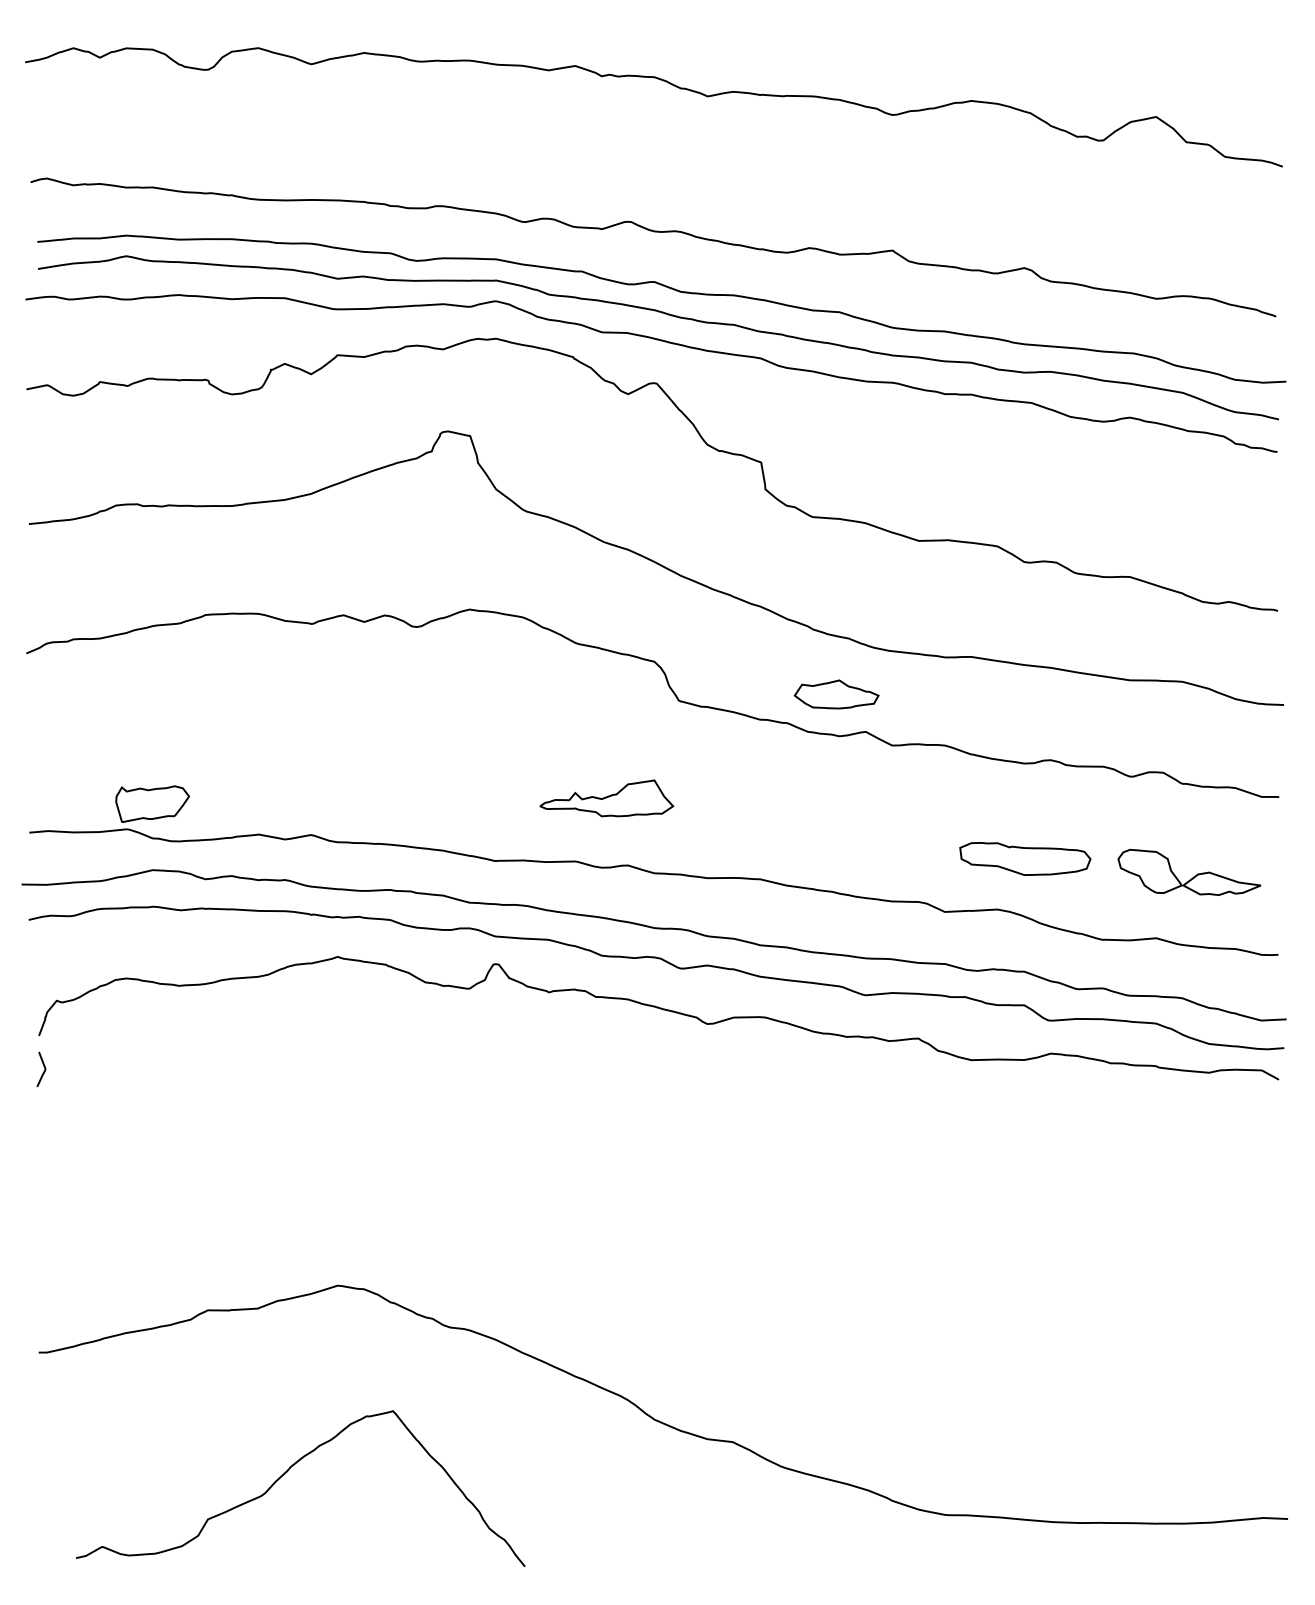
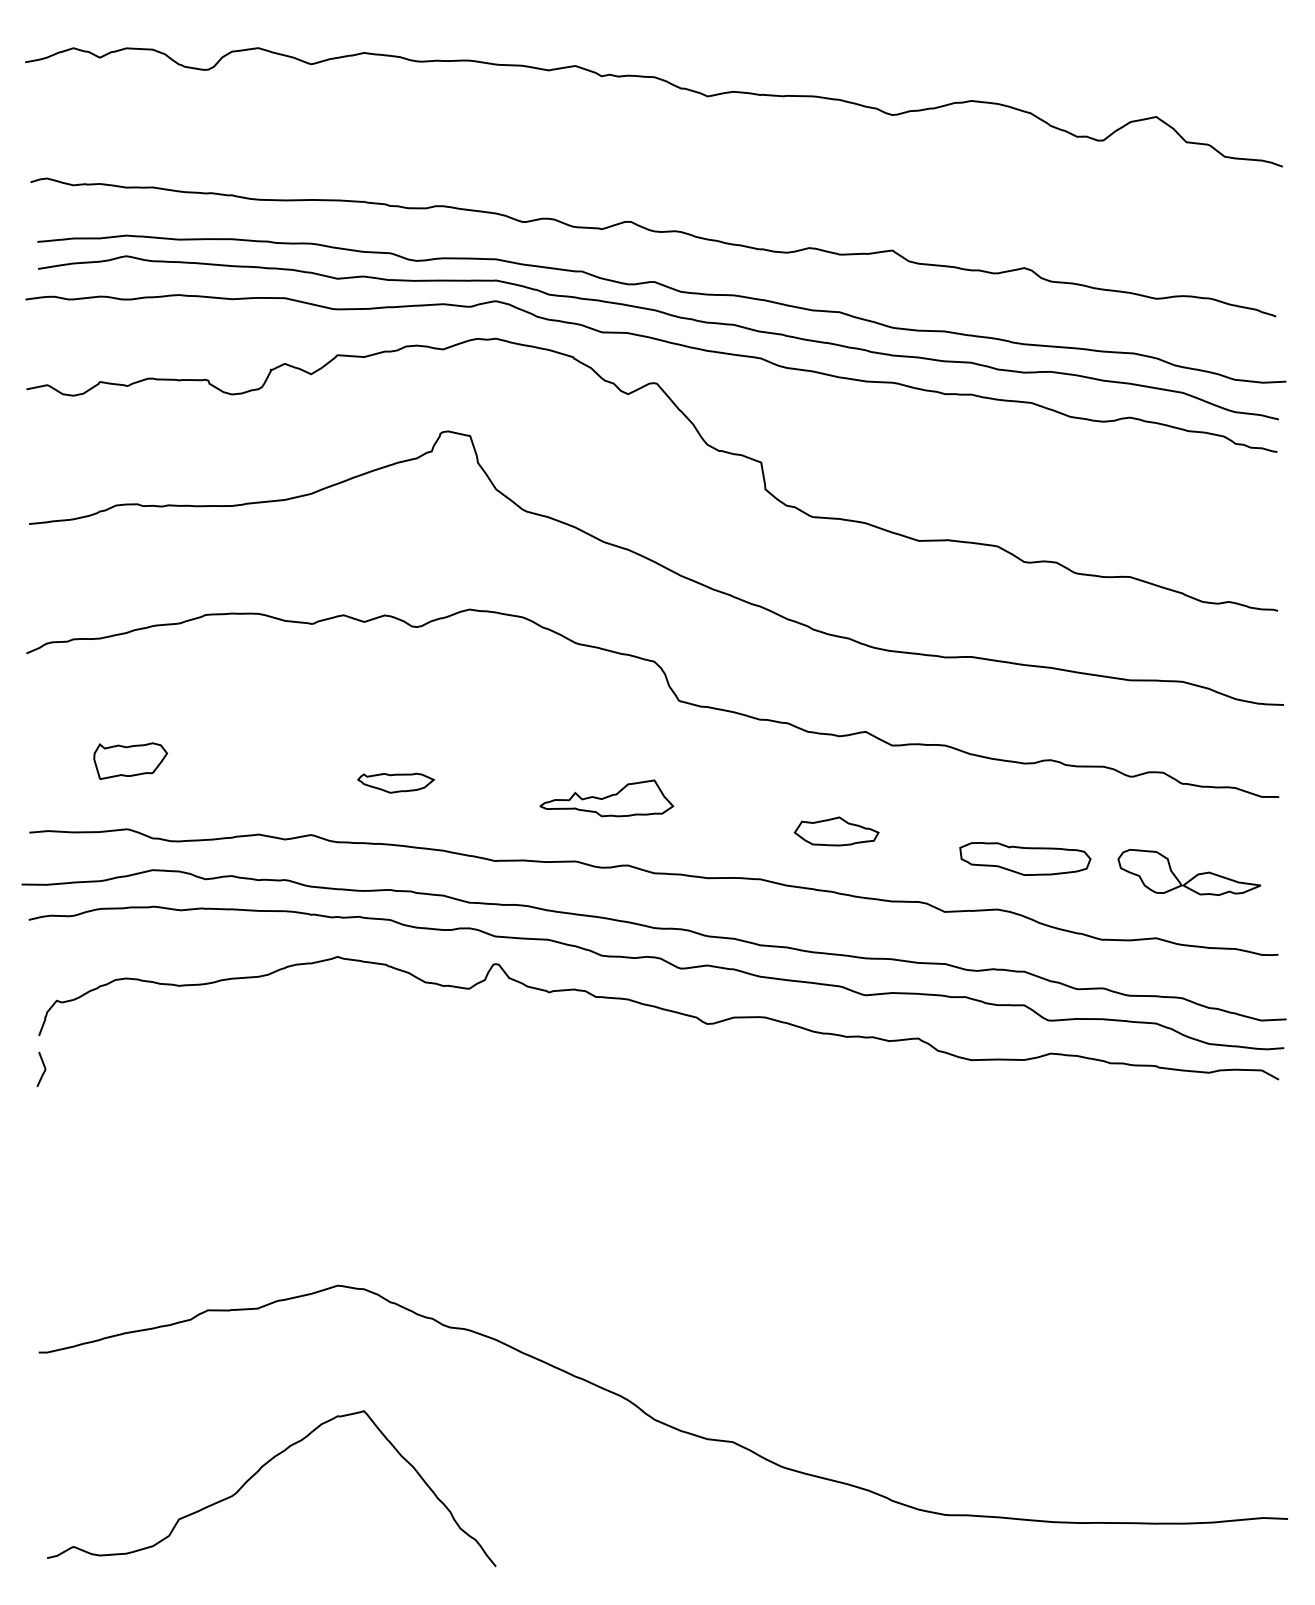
part at (836, 694) position: (836, 694) -> (836, 831)
part at (396, 782): none -> present
part at (152, 803) position: (152, 803) -> (130, 760)
curve at (286, 1473) position: (286, 1473) -> (257, 1473)
